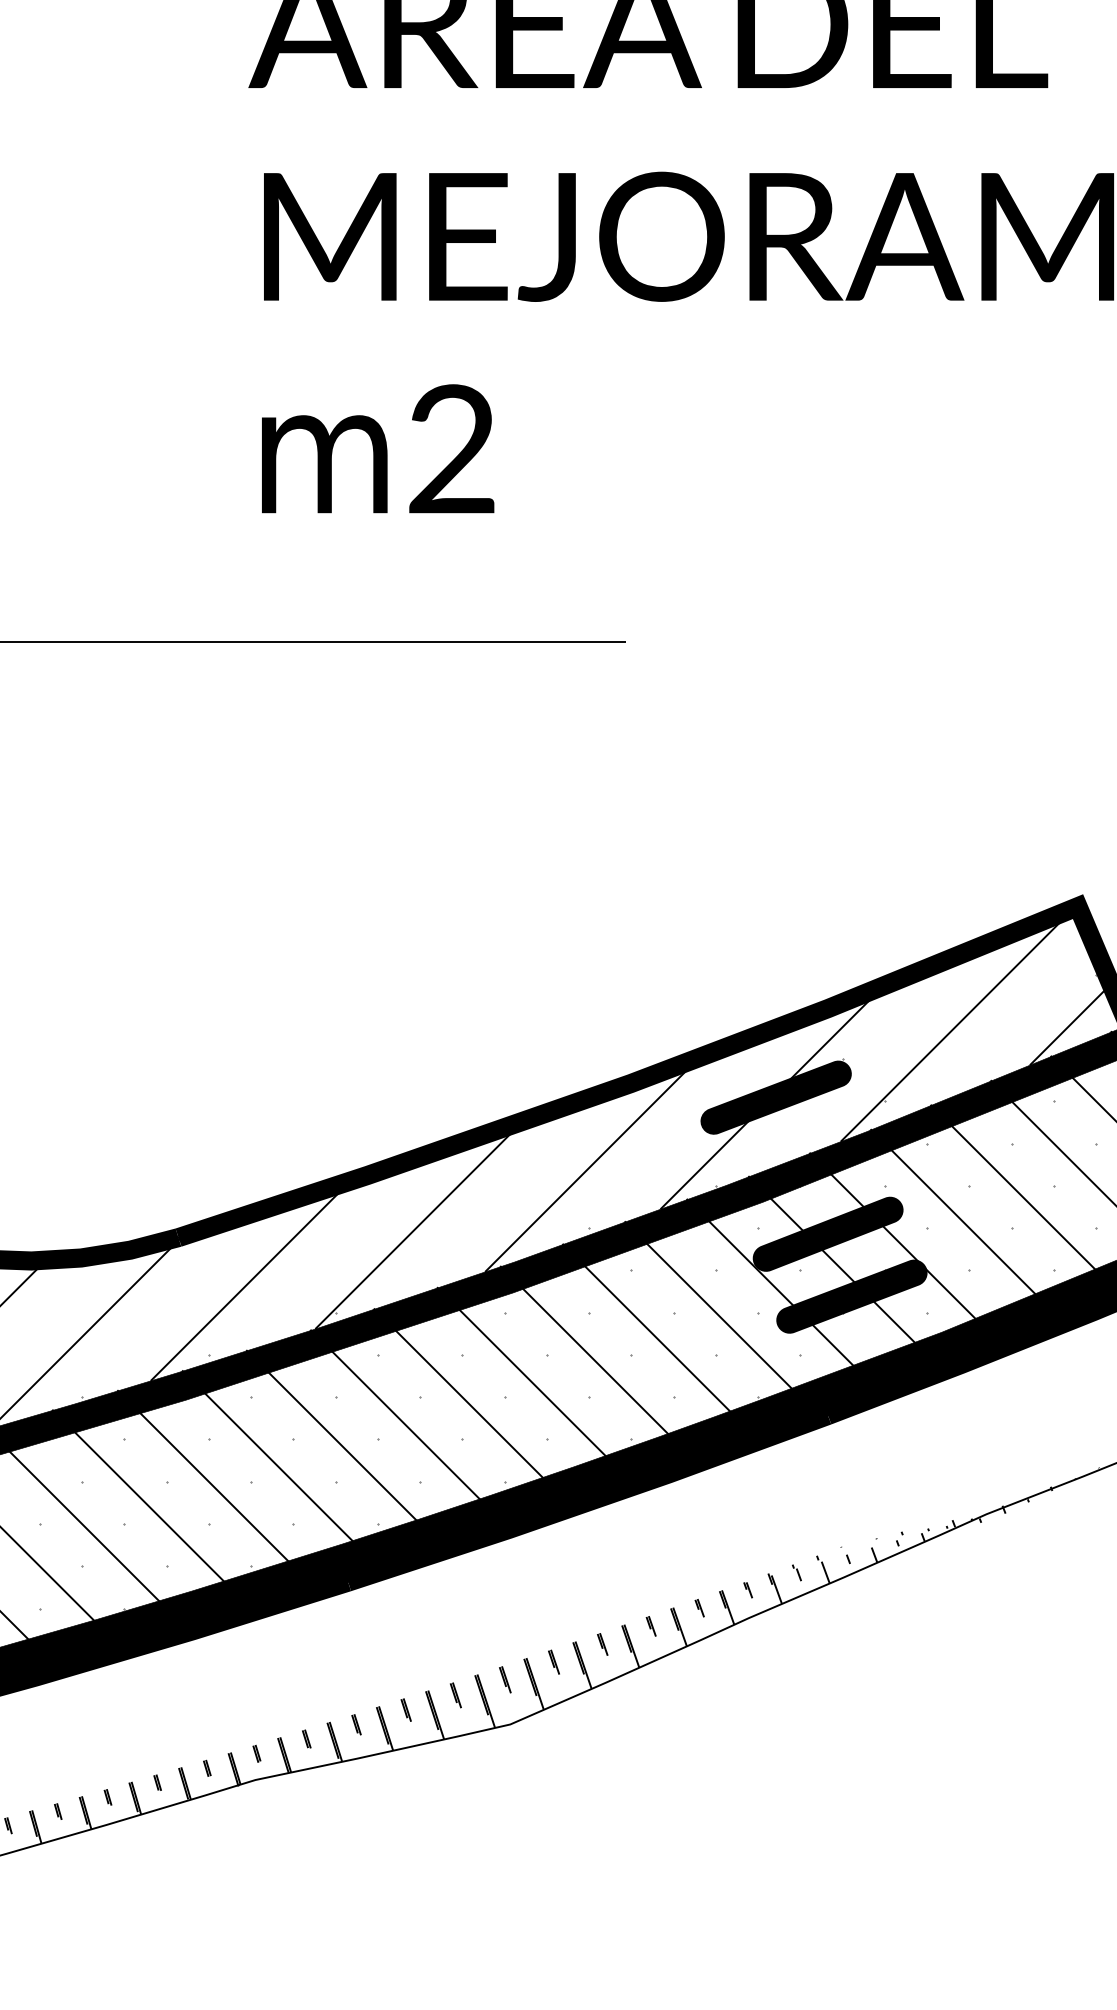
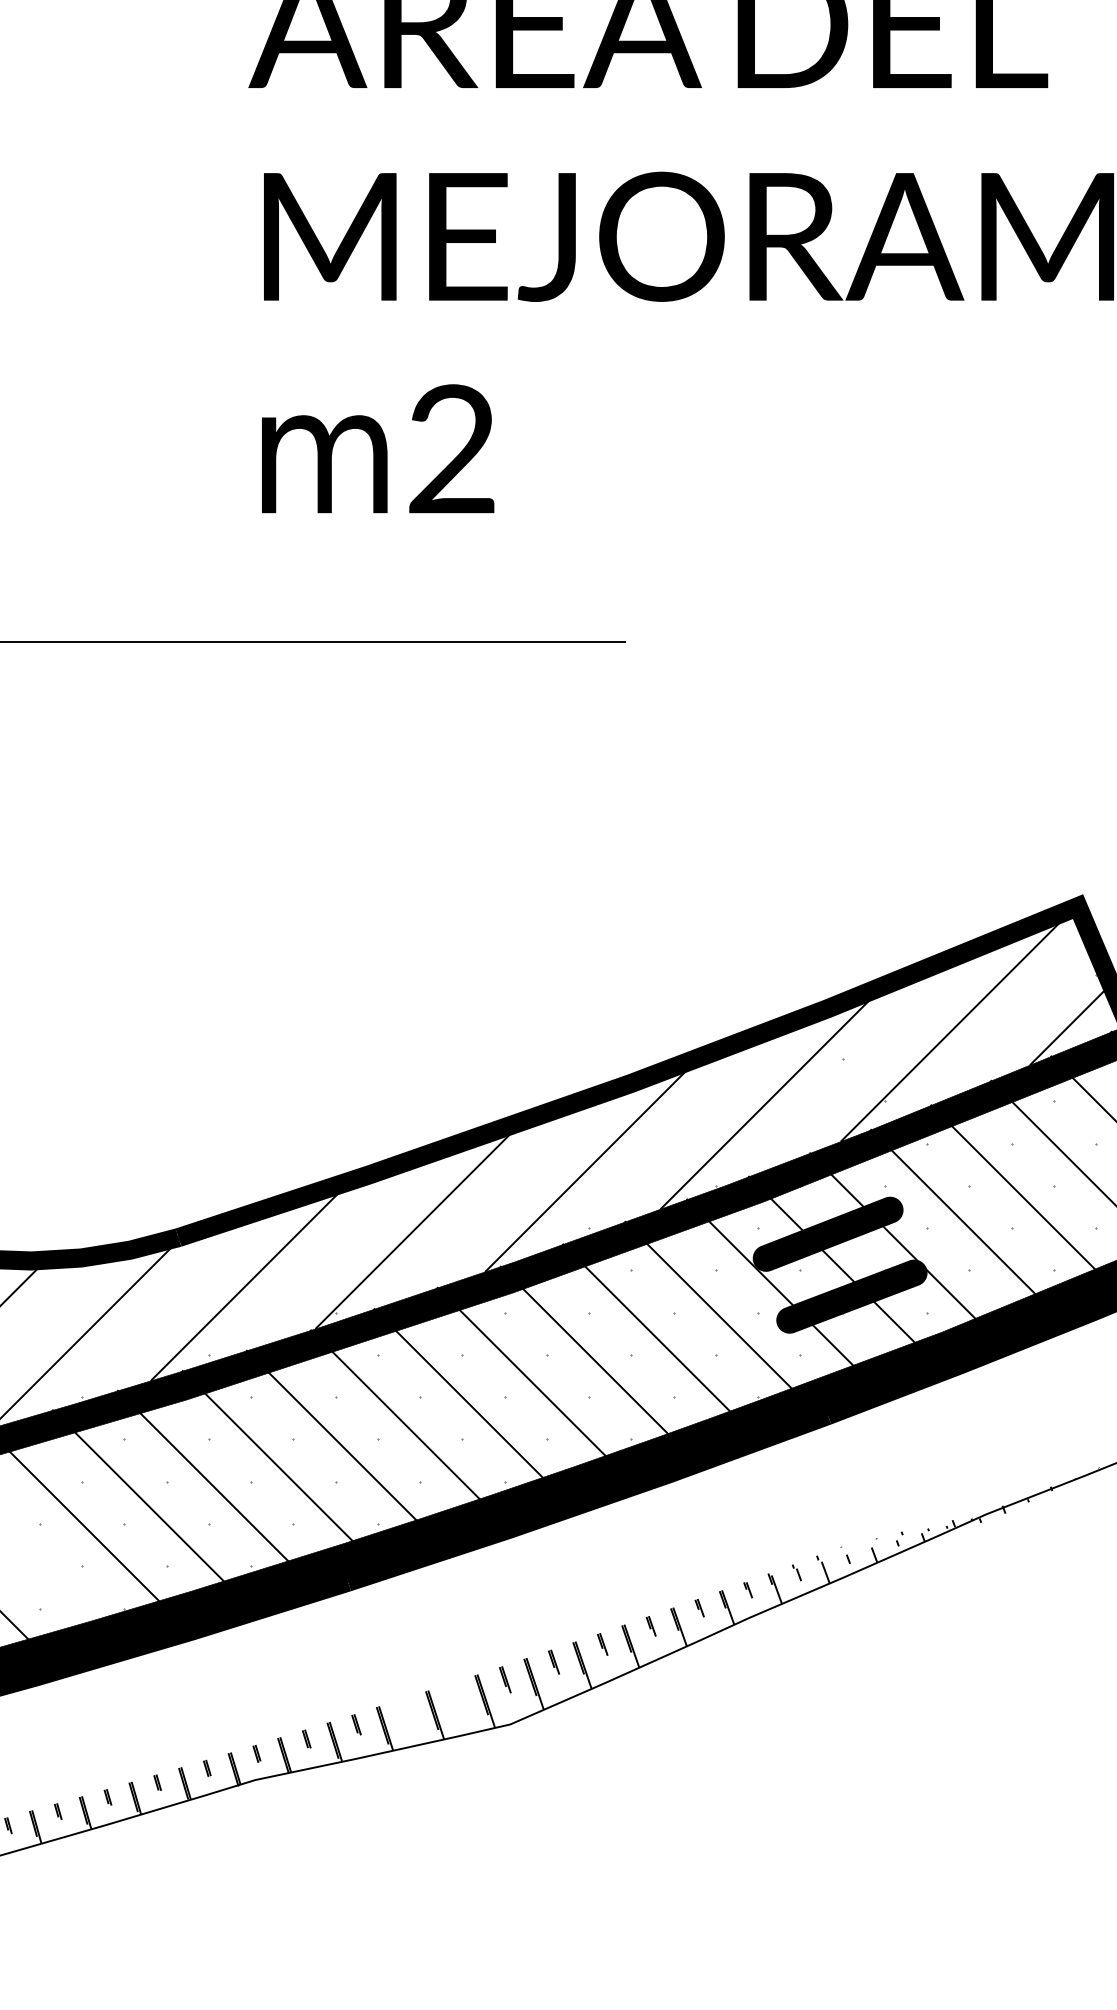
fill at (775, 1097): present -> none
line at (47, 1574): present -> none
part at (455, 1695): present -> none
part at (405, 1709): present -> none
